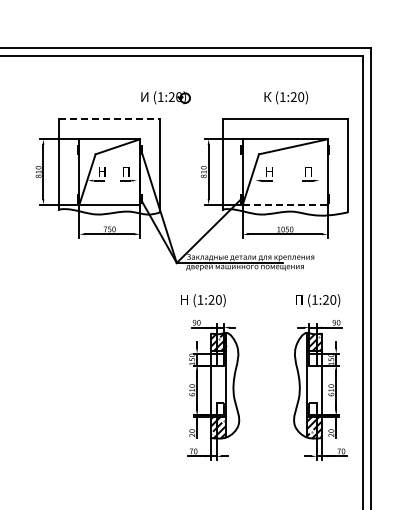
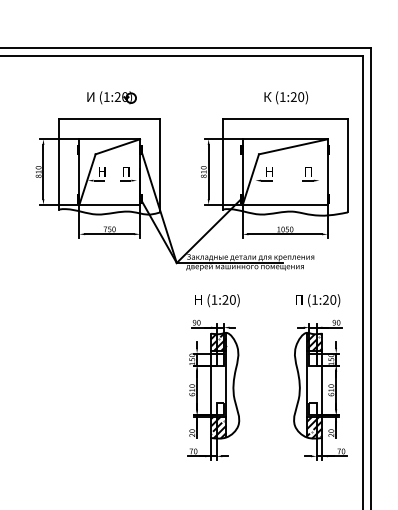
part at (165, 97) position: (165, 97) -> (111, 97)
line at (109, 119): dashed -> solid
line at (285, 204): dashed -> solid
text at (203, 300) position: (203, 300) -> (217, 300)
